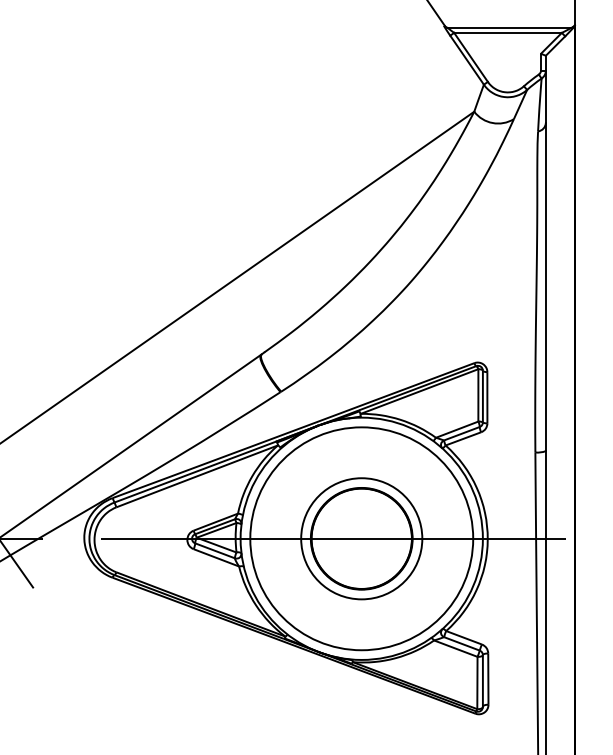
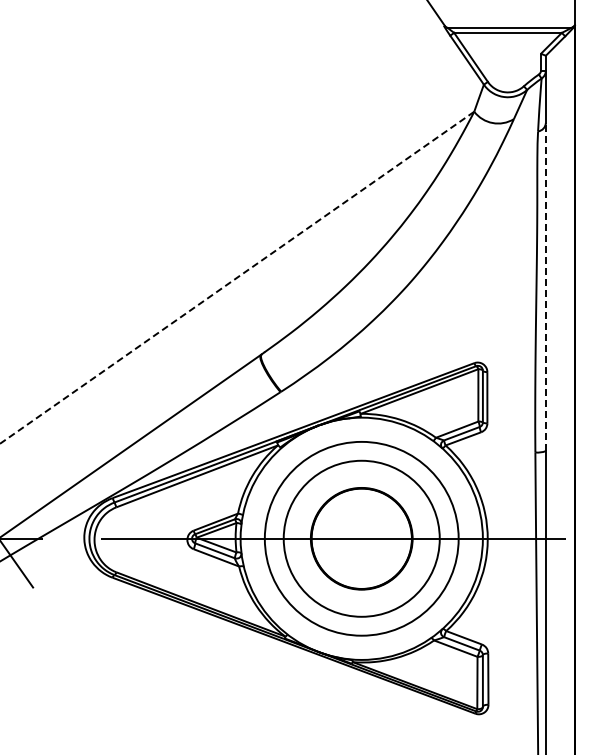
line at (236, 277): solid -> dashed
line at (545, 286): solid -> dashed
circle at (361, 538) diameter: 121 px -> 194 px
circle at (361, 538) diameter: 223 px -> 156 px
